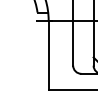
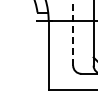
line at (73, 32): solid -> dashed
